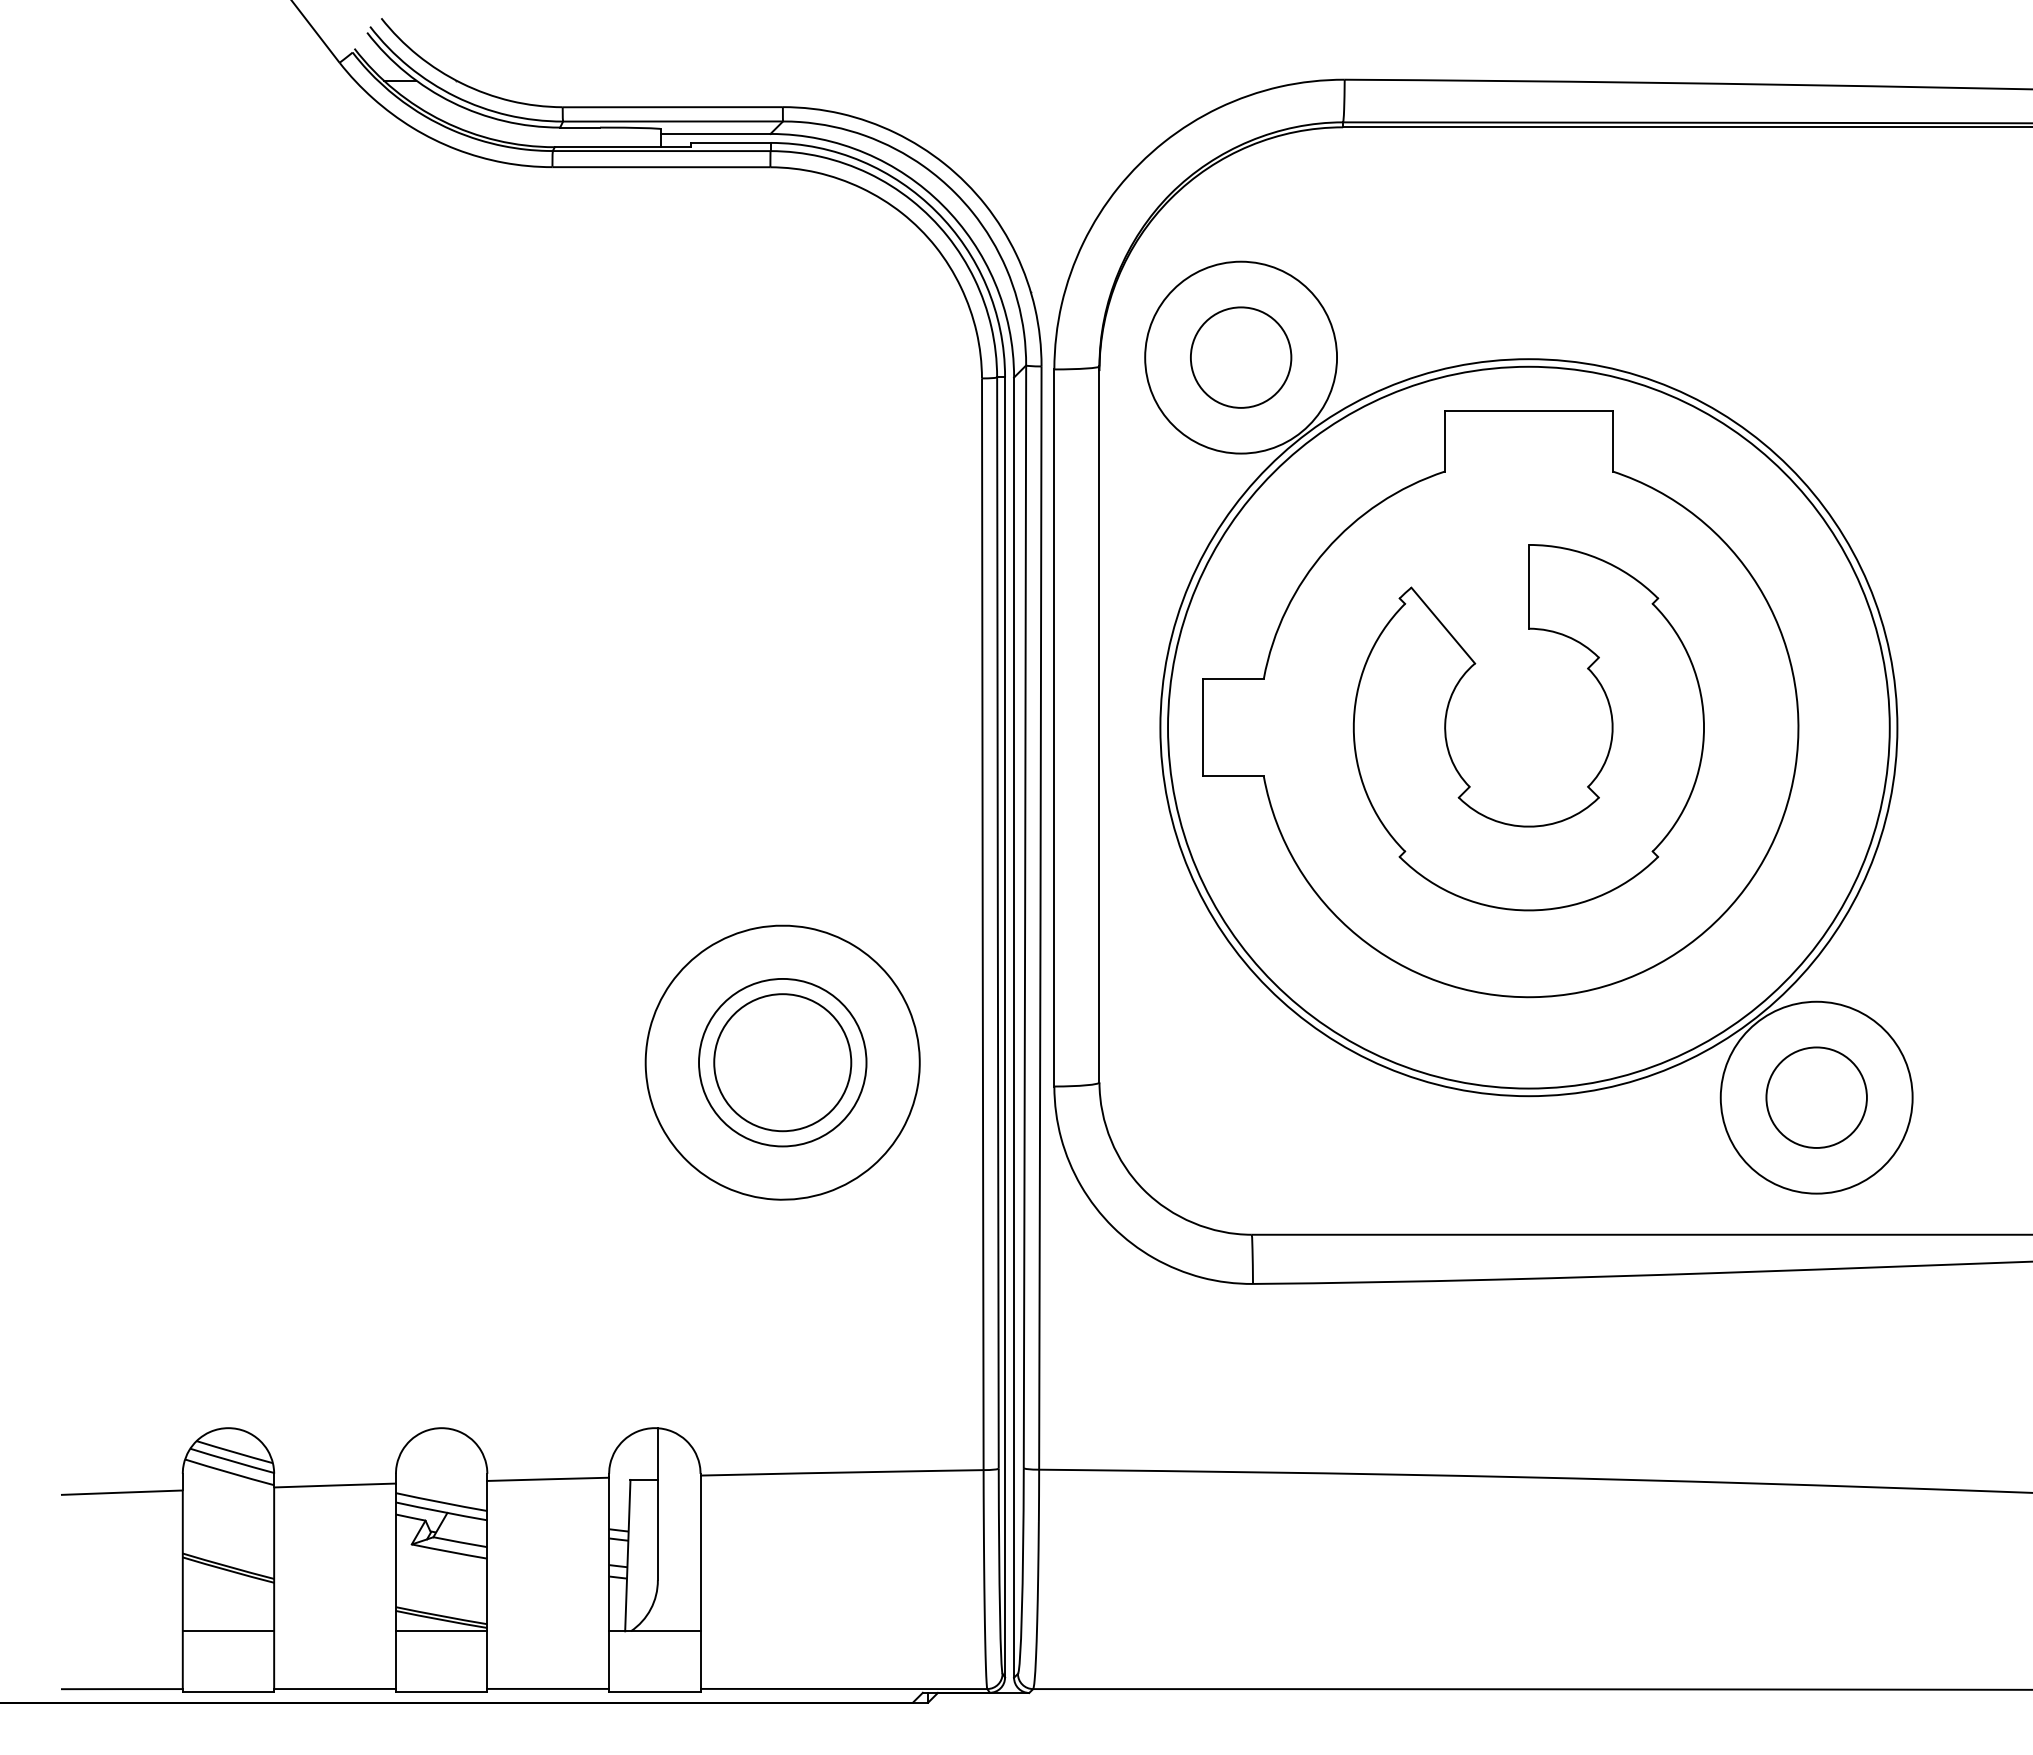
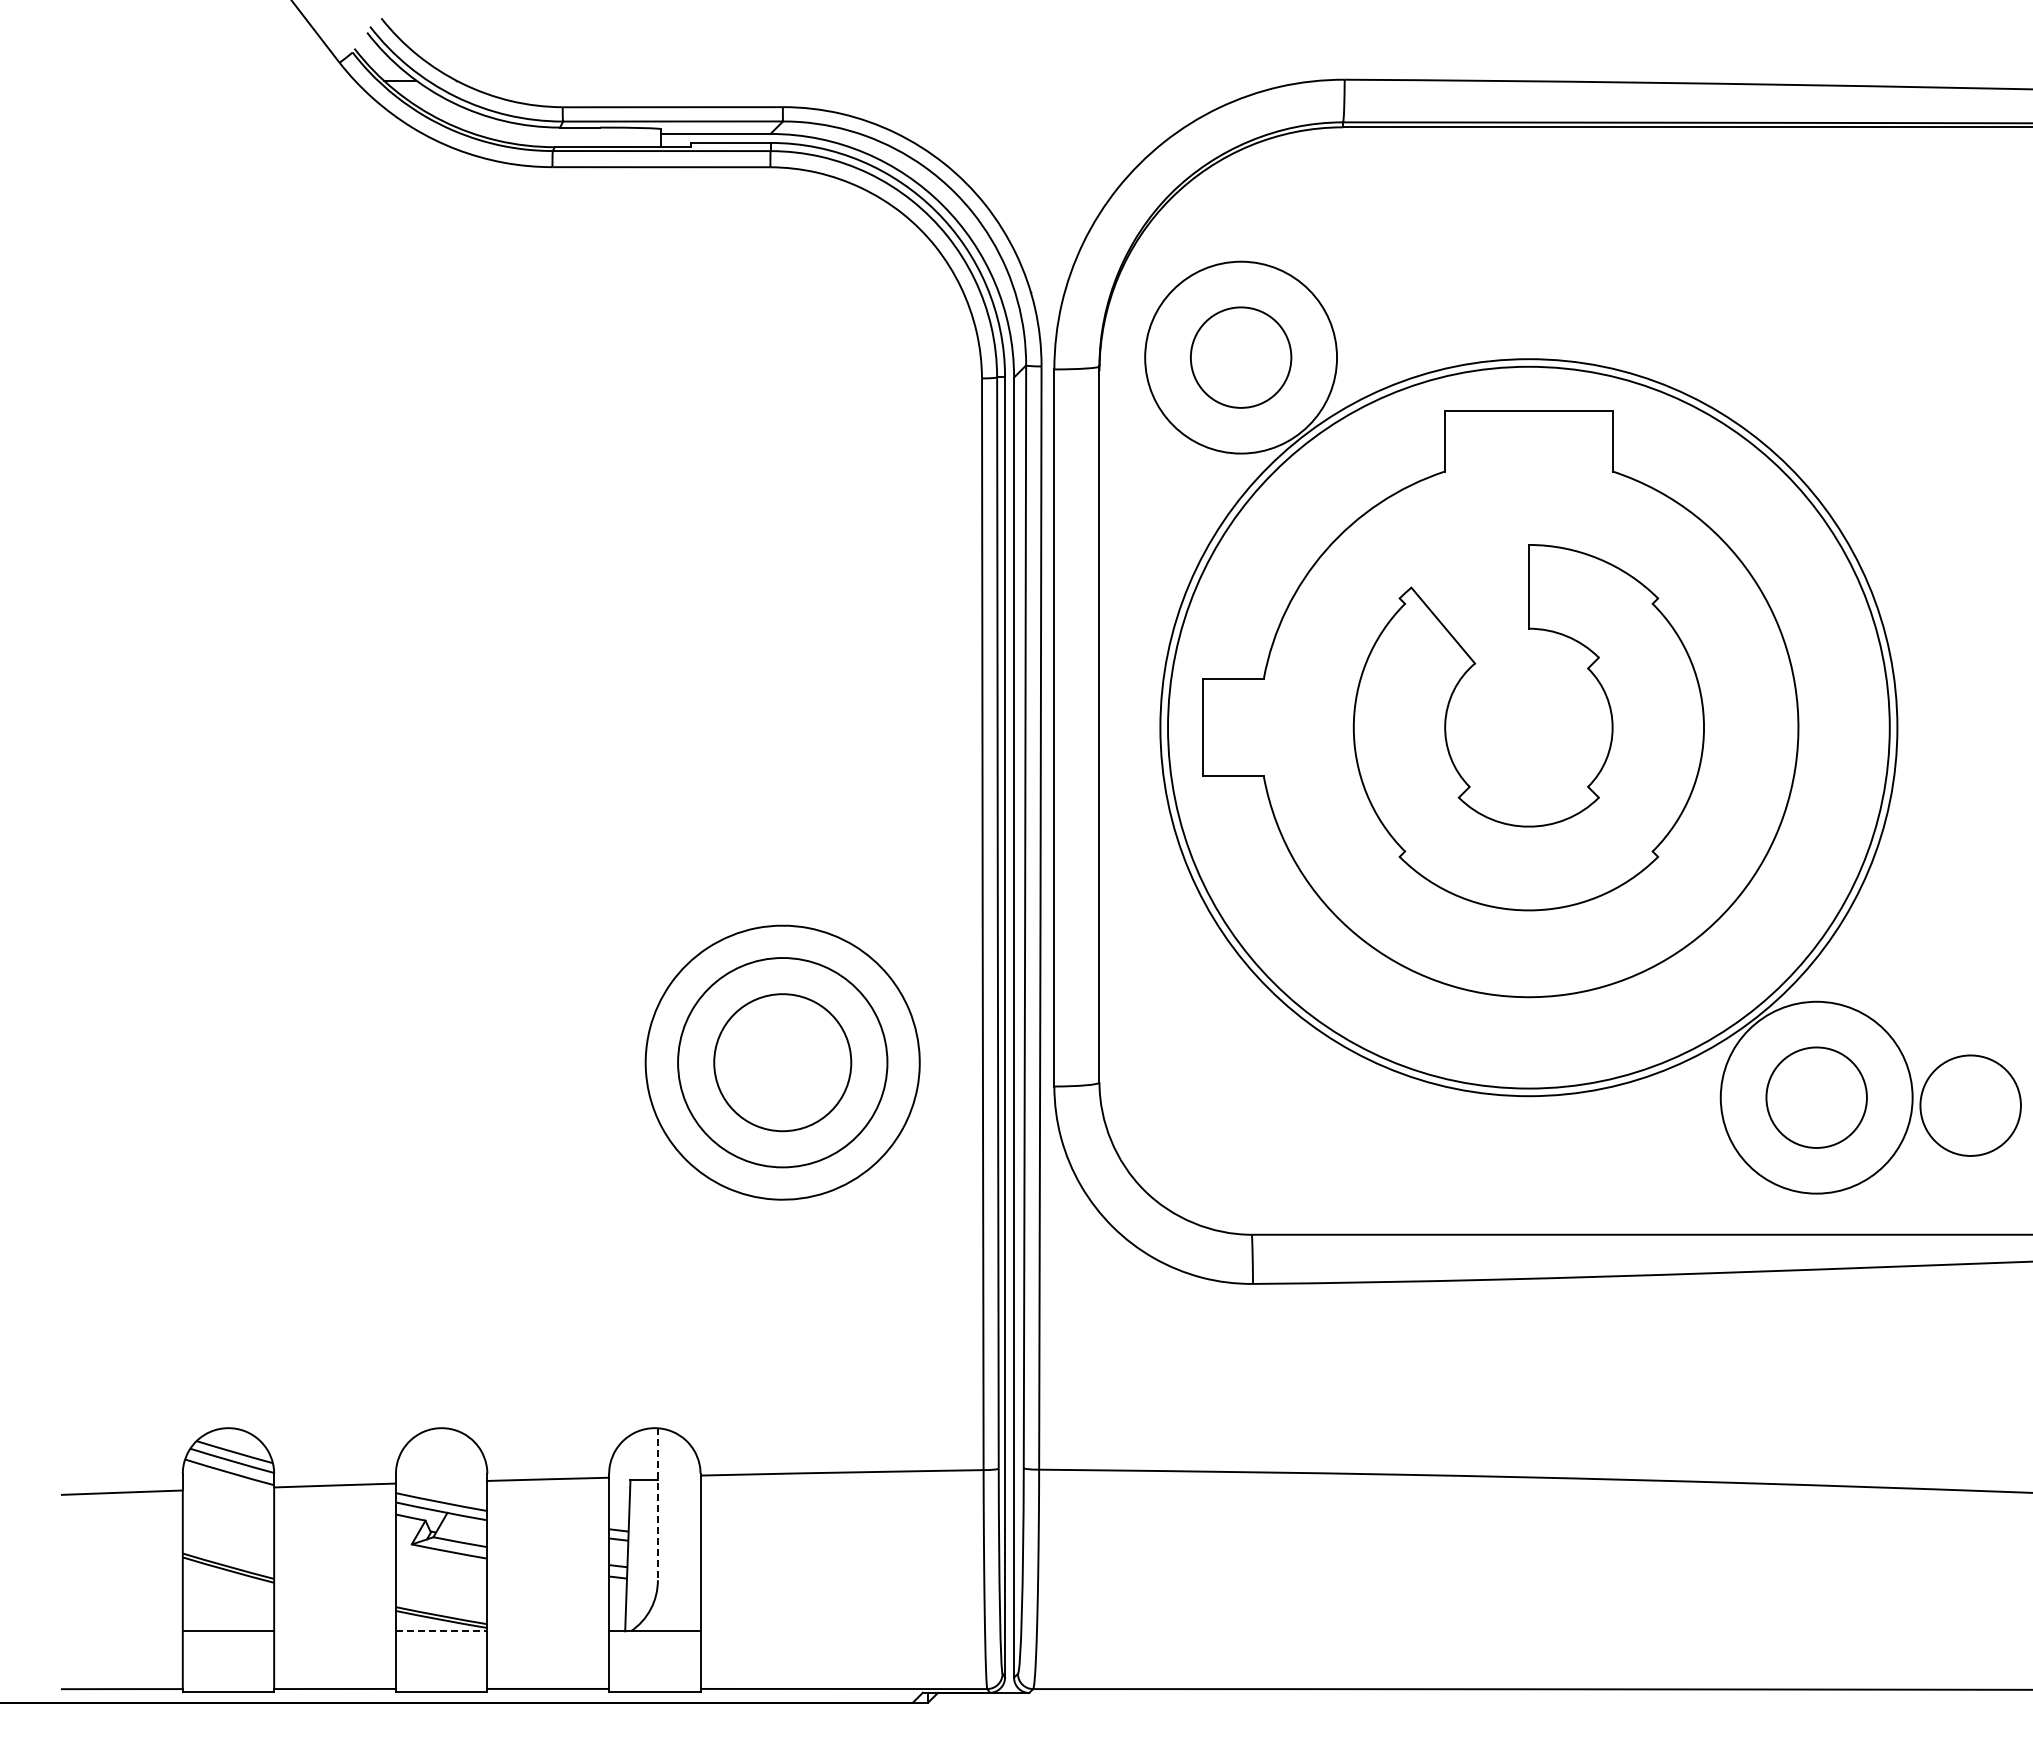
circle at (782, 1062) diameter: 168 px -> 209 px
circle at (1970, 1105): none -> present
line at (657, 1504): solid -> dashed
line at (441, 1631): solid -> dashed
